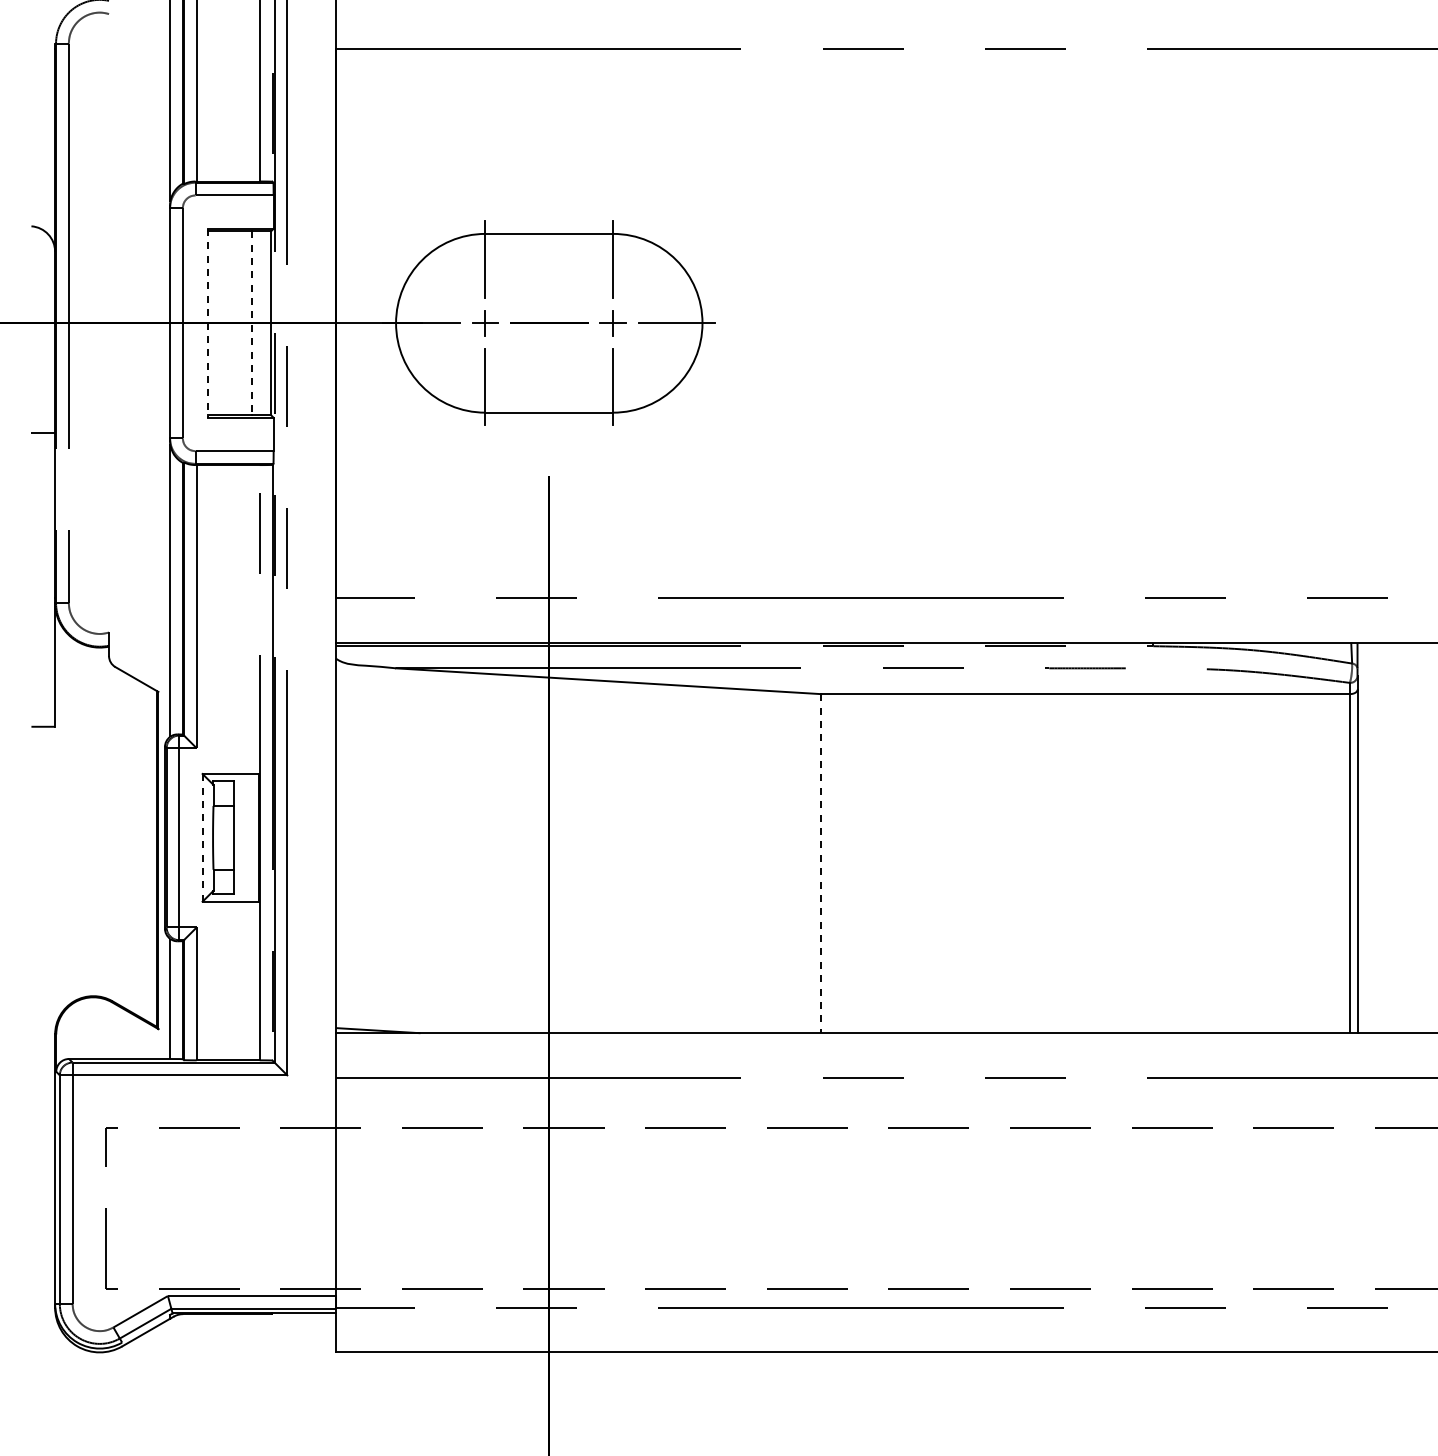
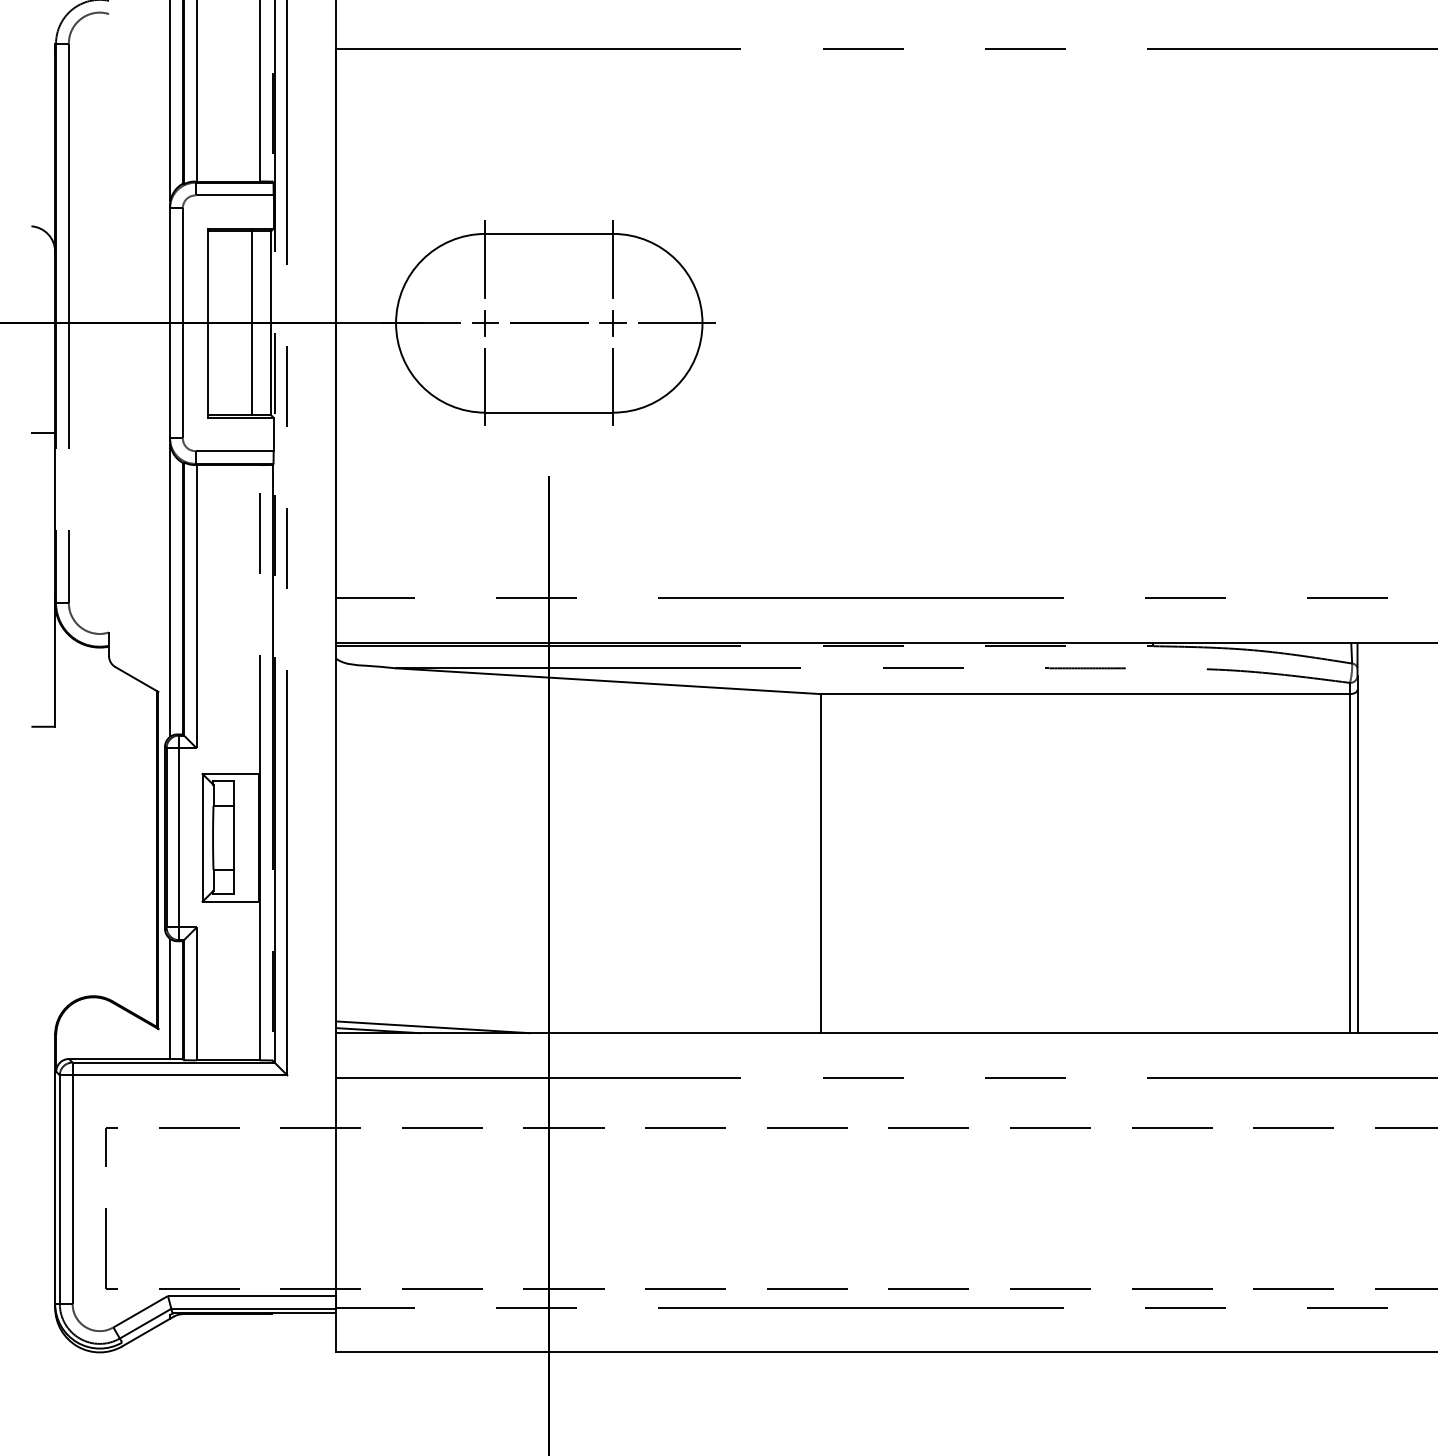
line at (208, 323): dashed -> solid
line at (251, 323): dashed -> solid
line at (202, 837): dashed -> solid
line at (821, 863): dashed -> solid
line at (433, 1027): none -> present
